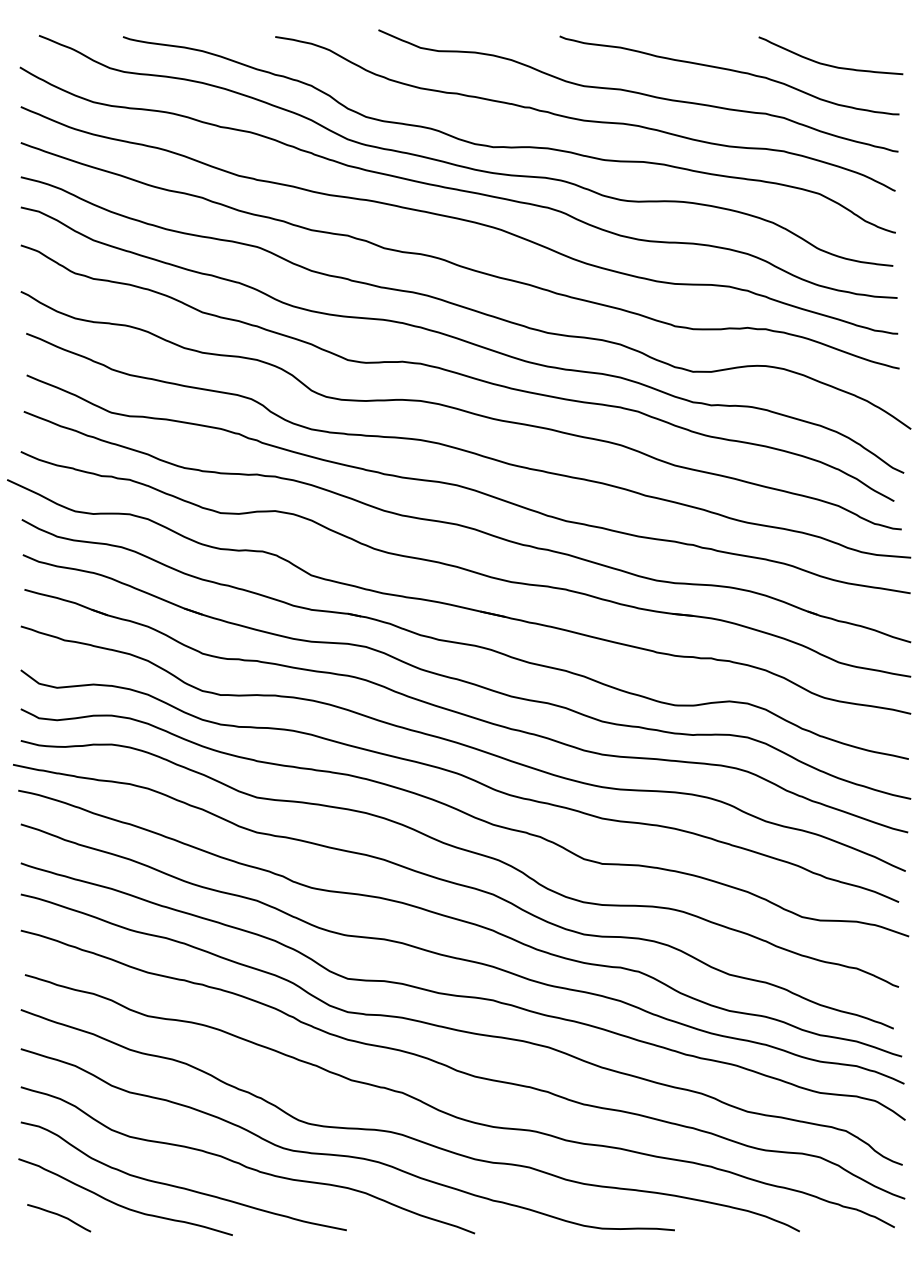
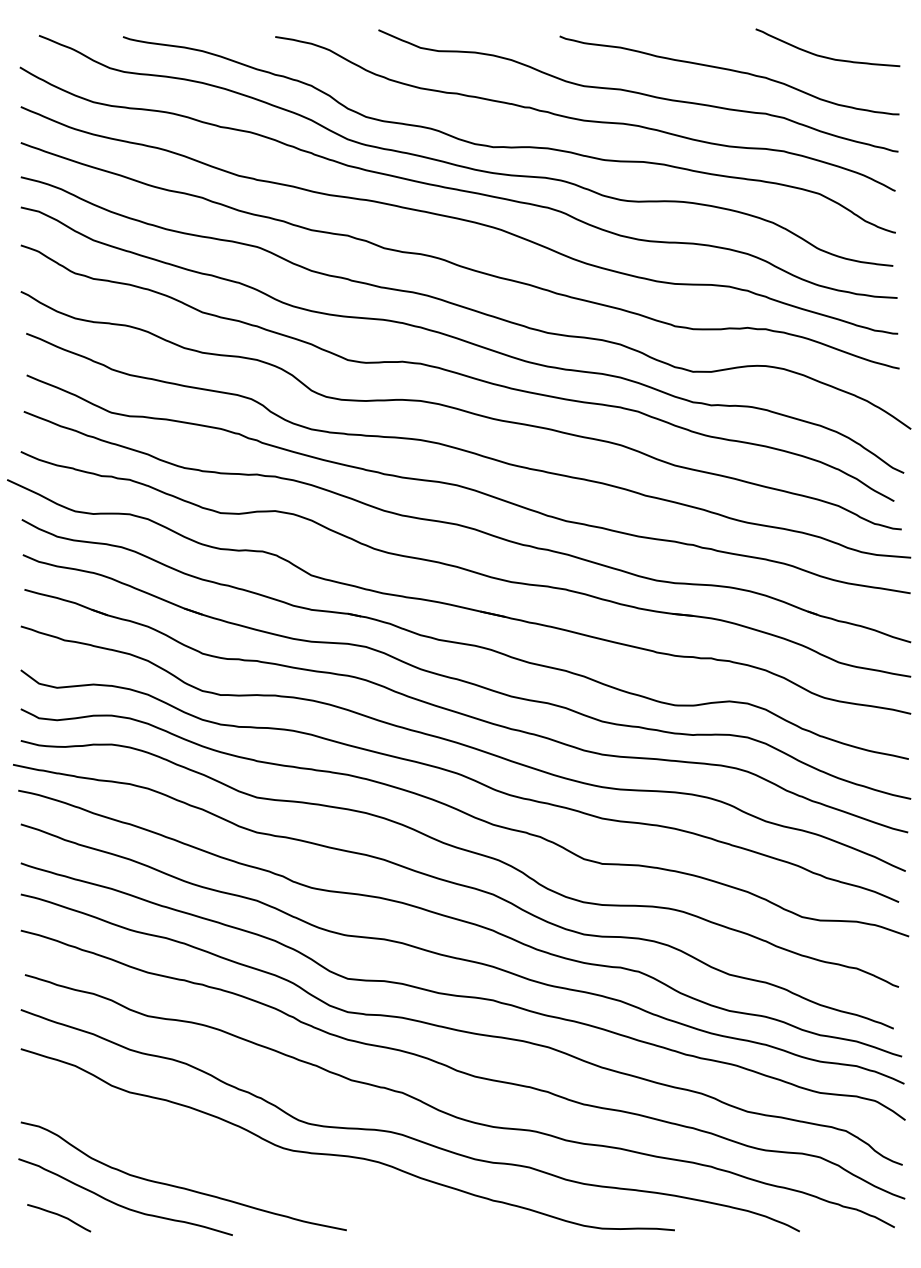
curve at (829, 64) position: (829, 64) -> (826, 56)
curve at (245, 1165): present -> none
